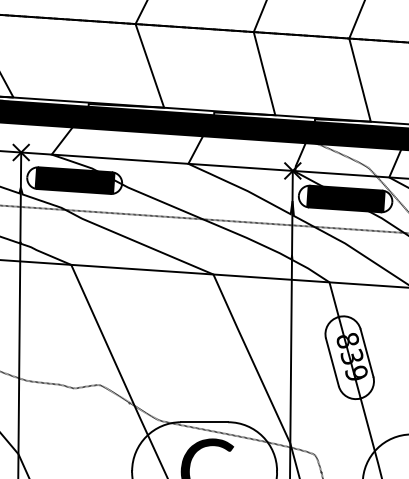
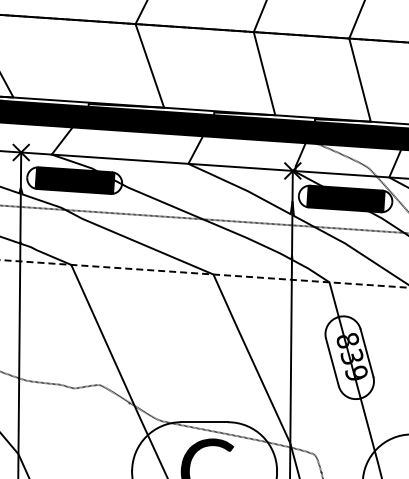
line at (203, 273): solid -> dashed
